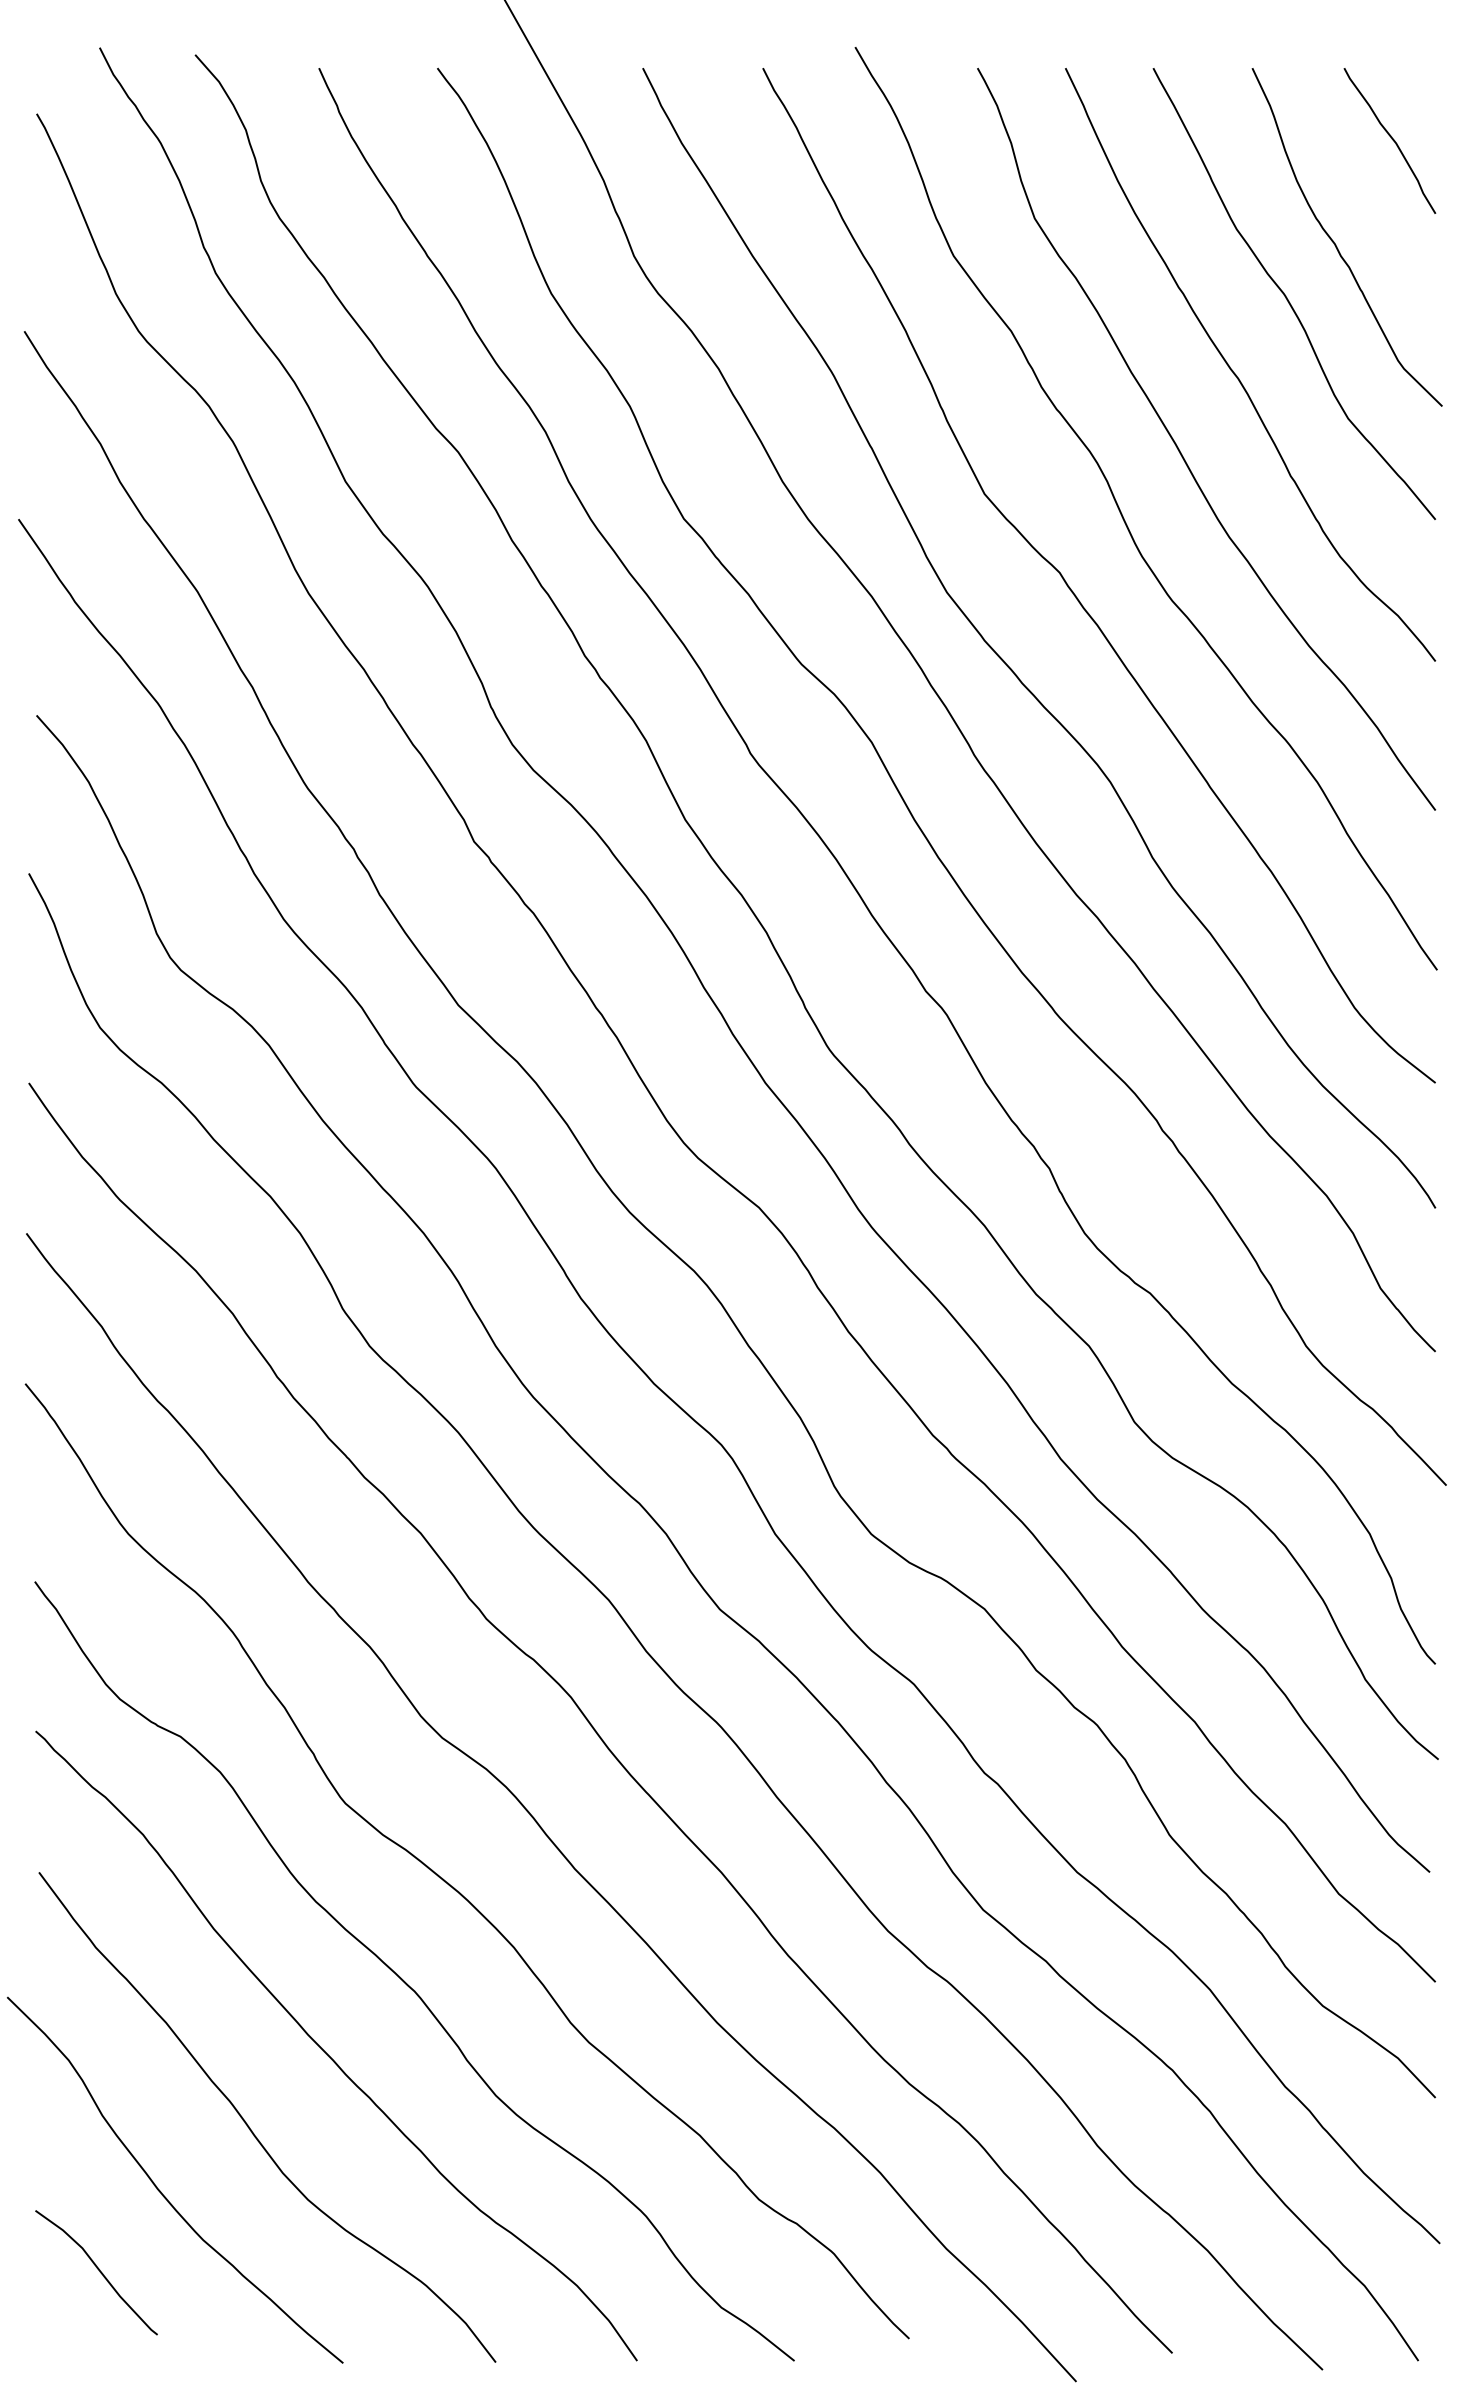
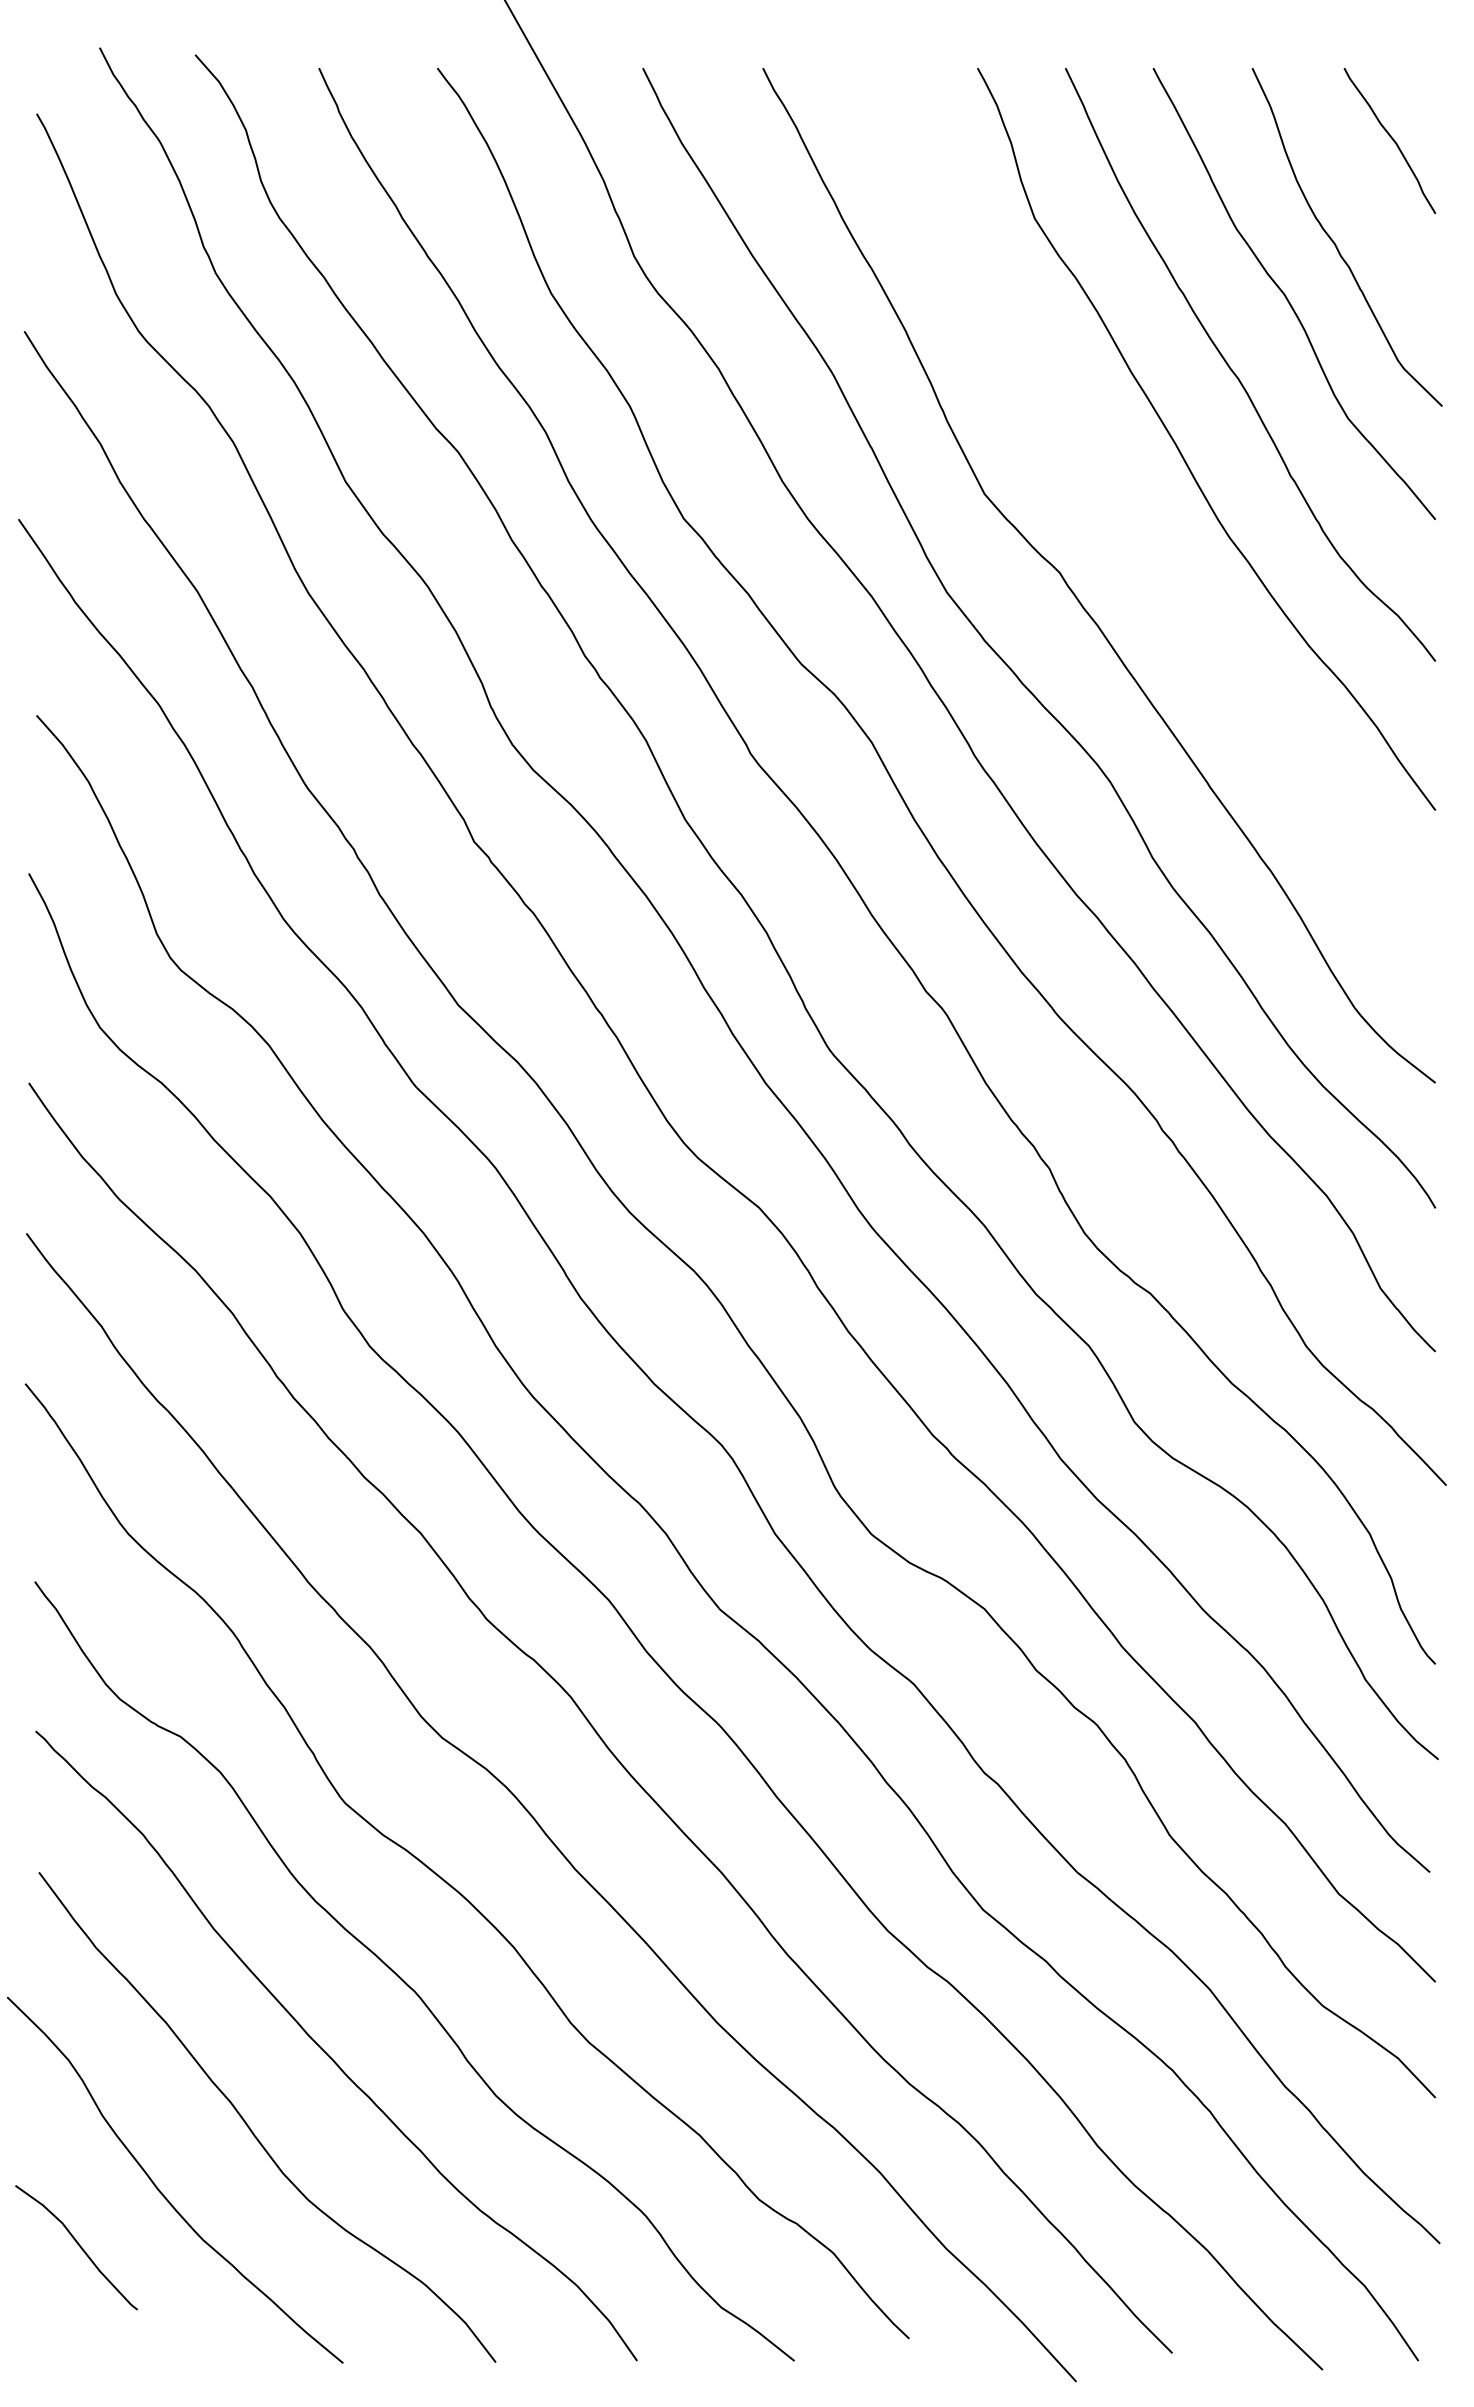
curve at (1124, 518): present -> none
curve at (98, 2270) position: (98, 2270) -> (78, 2245)
